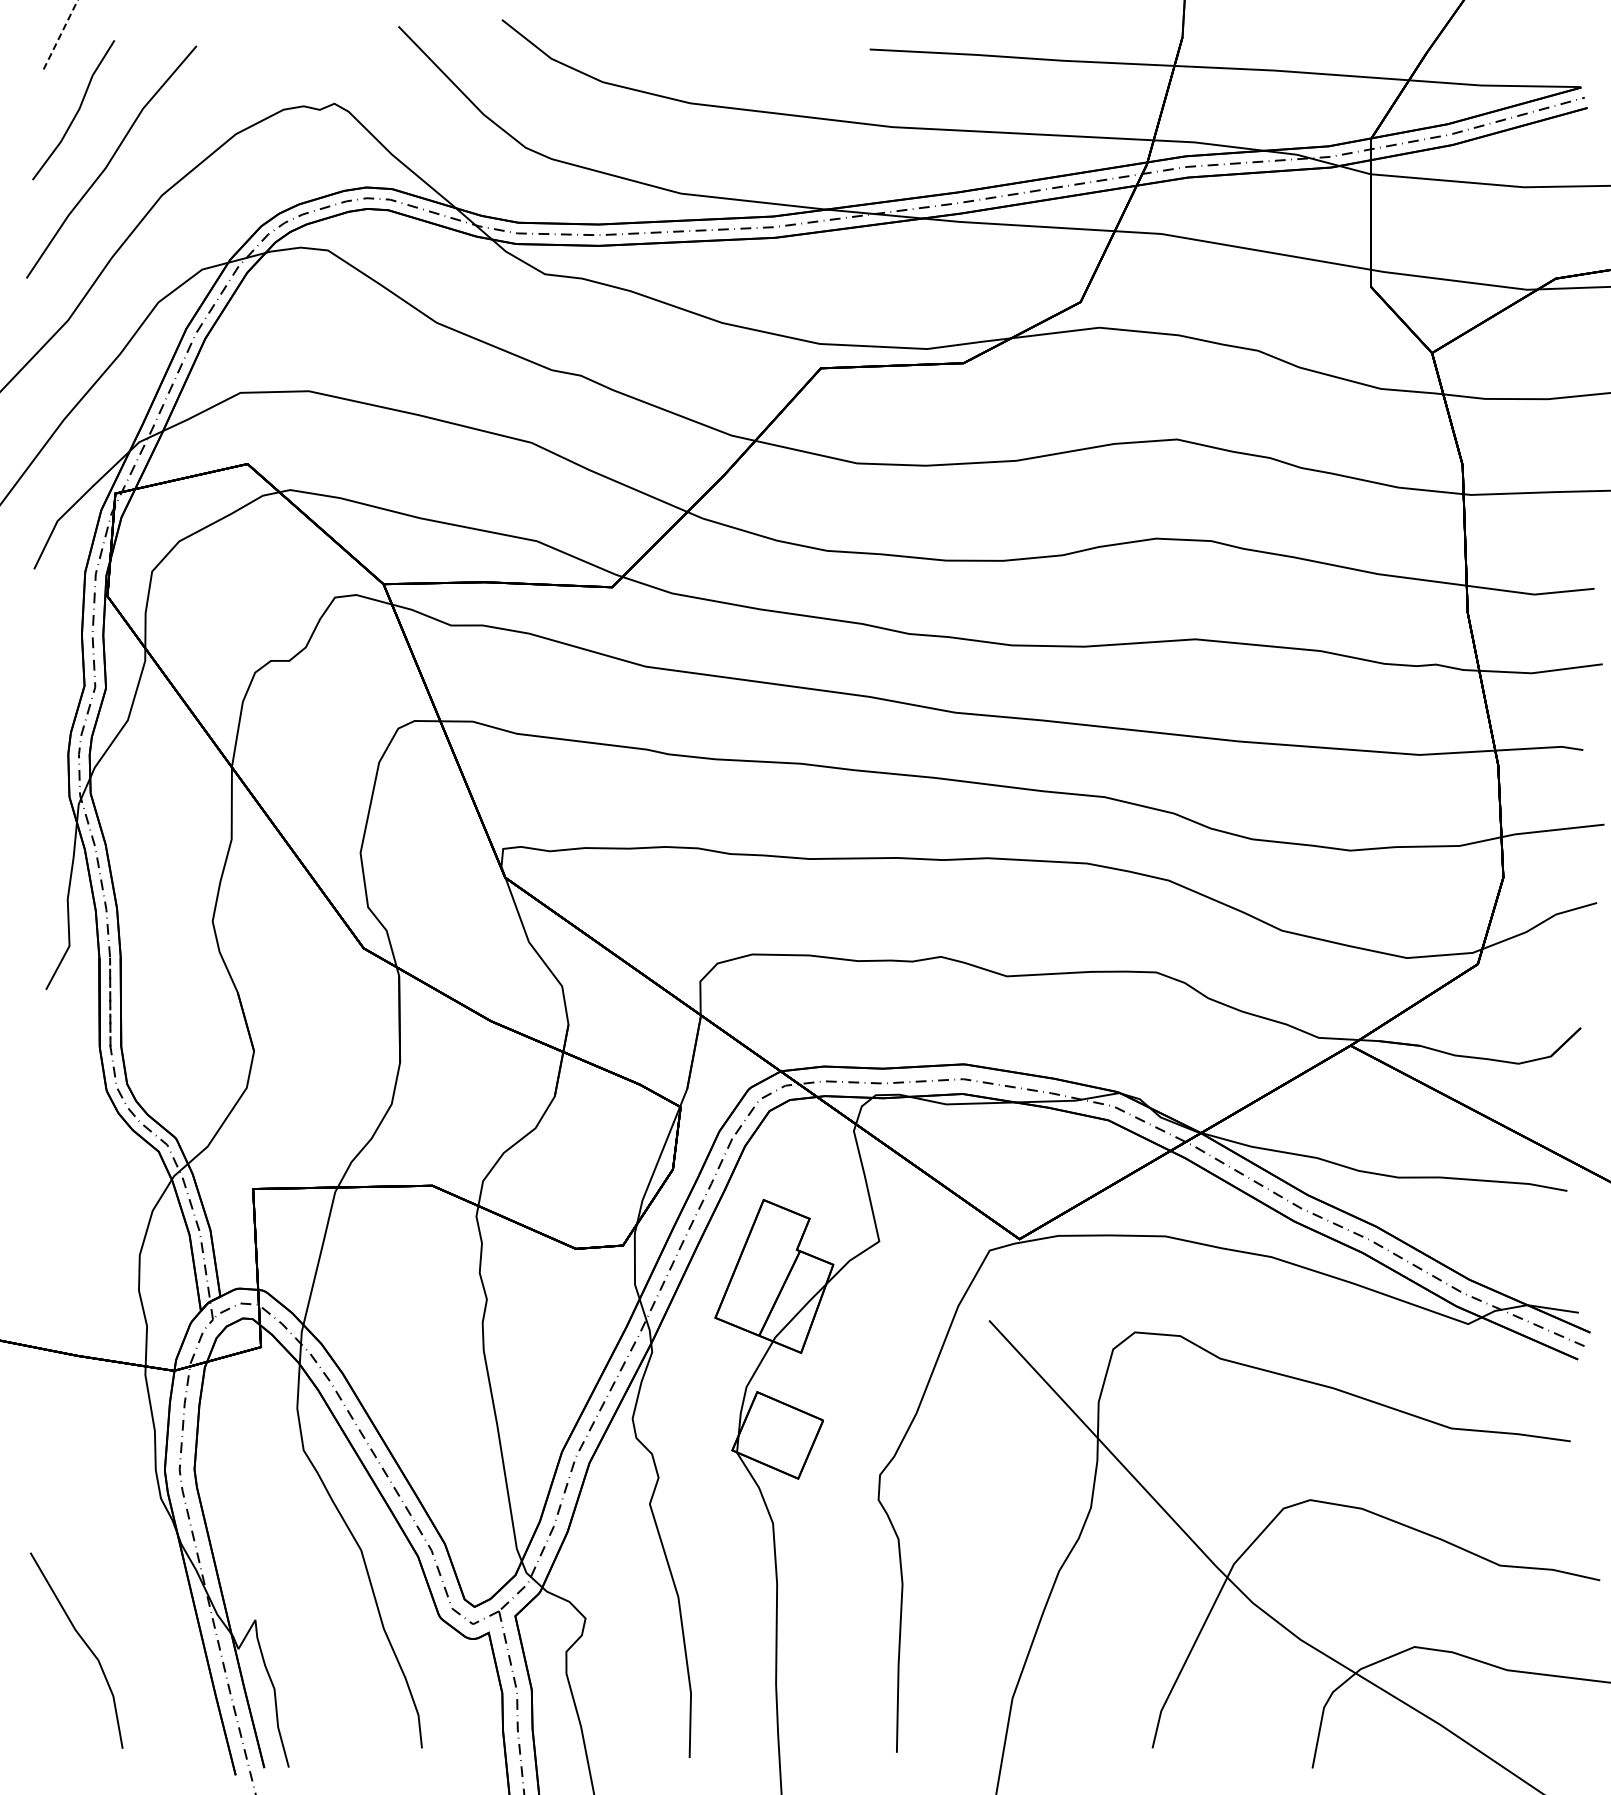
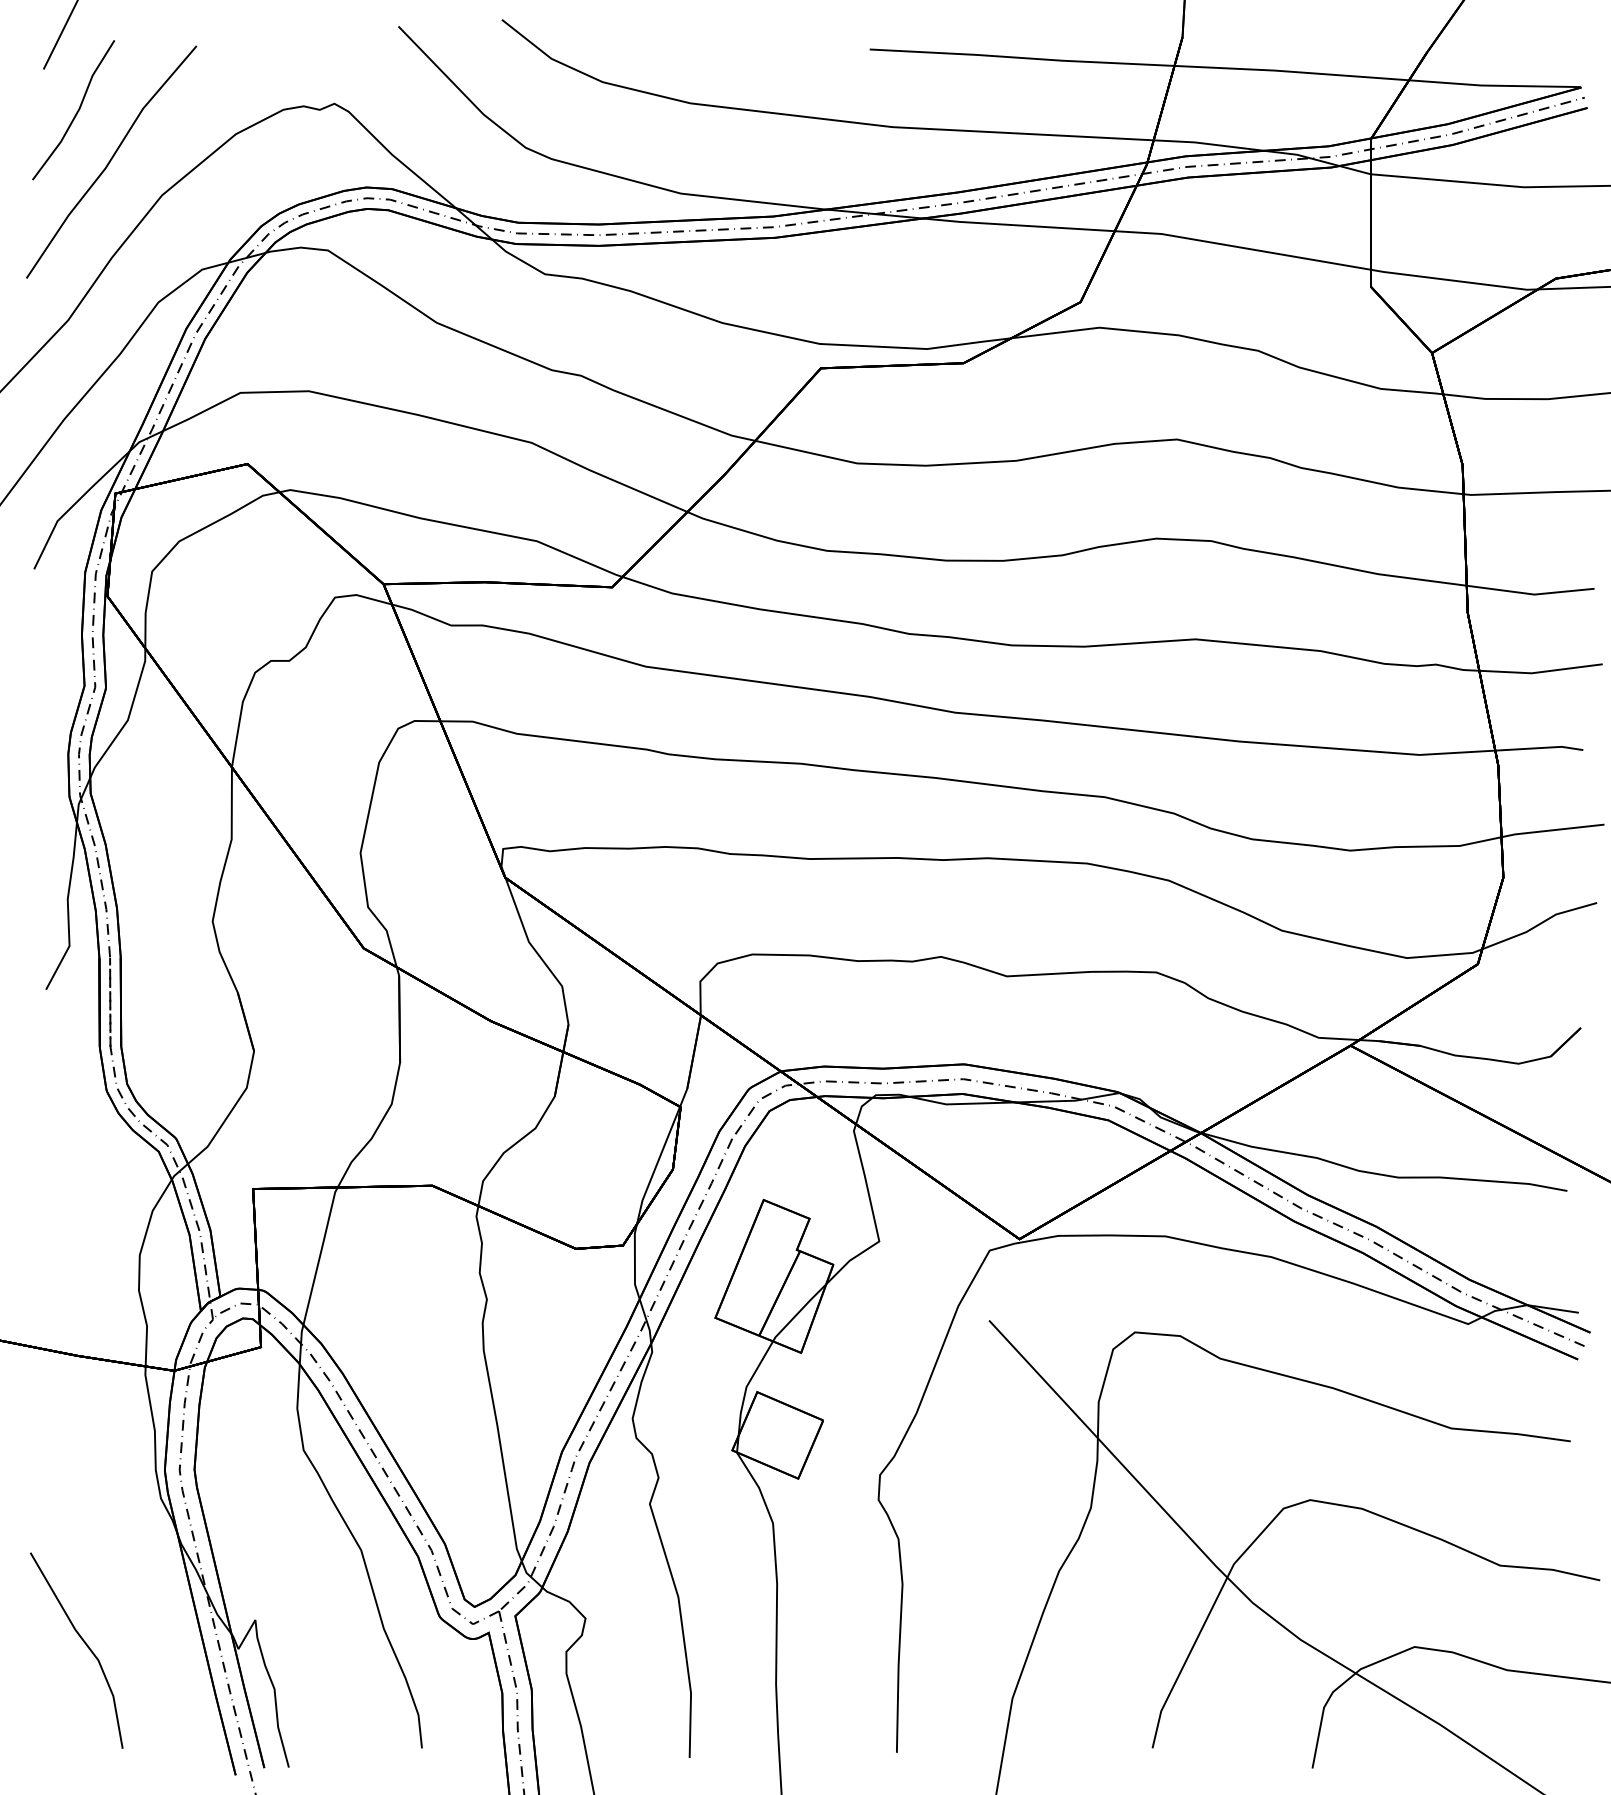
line at (60, 34): dashed -> solid
